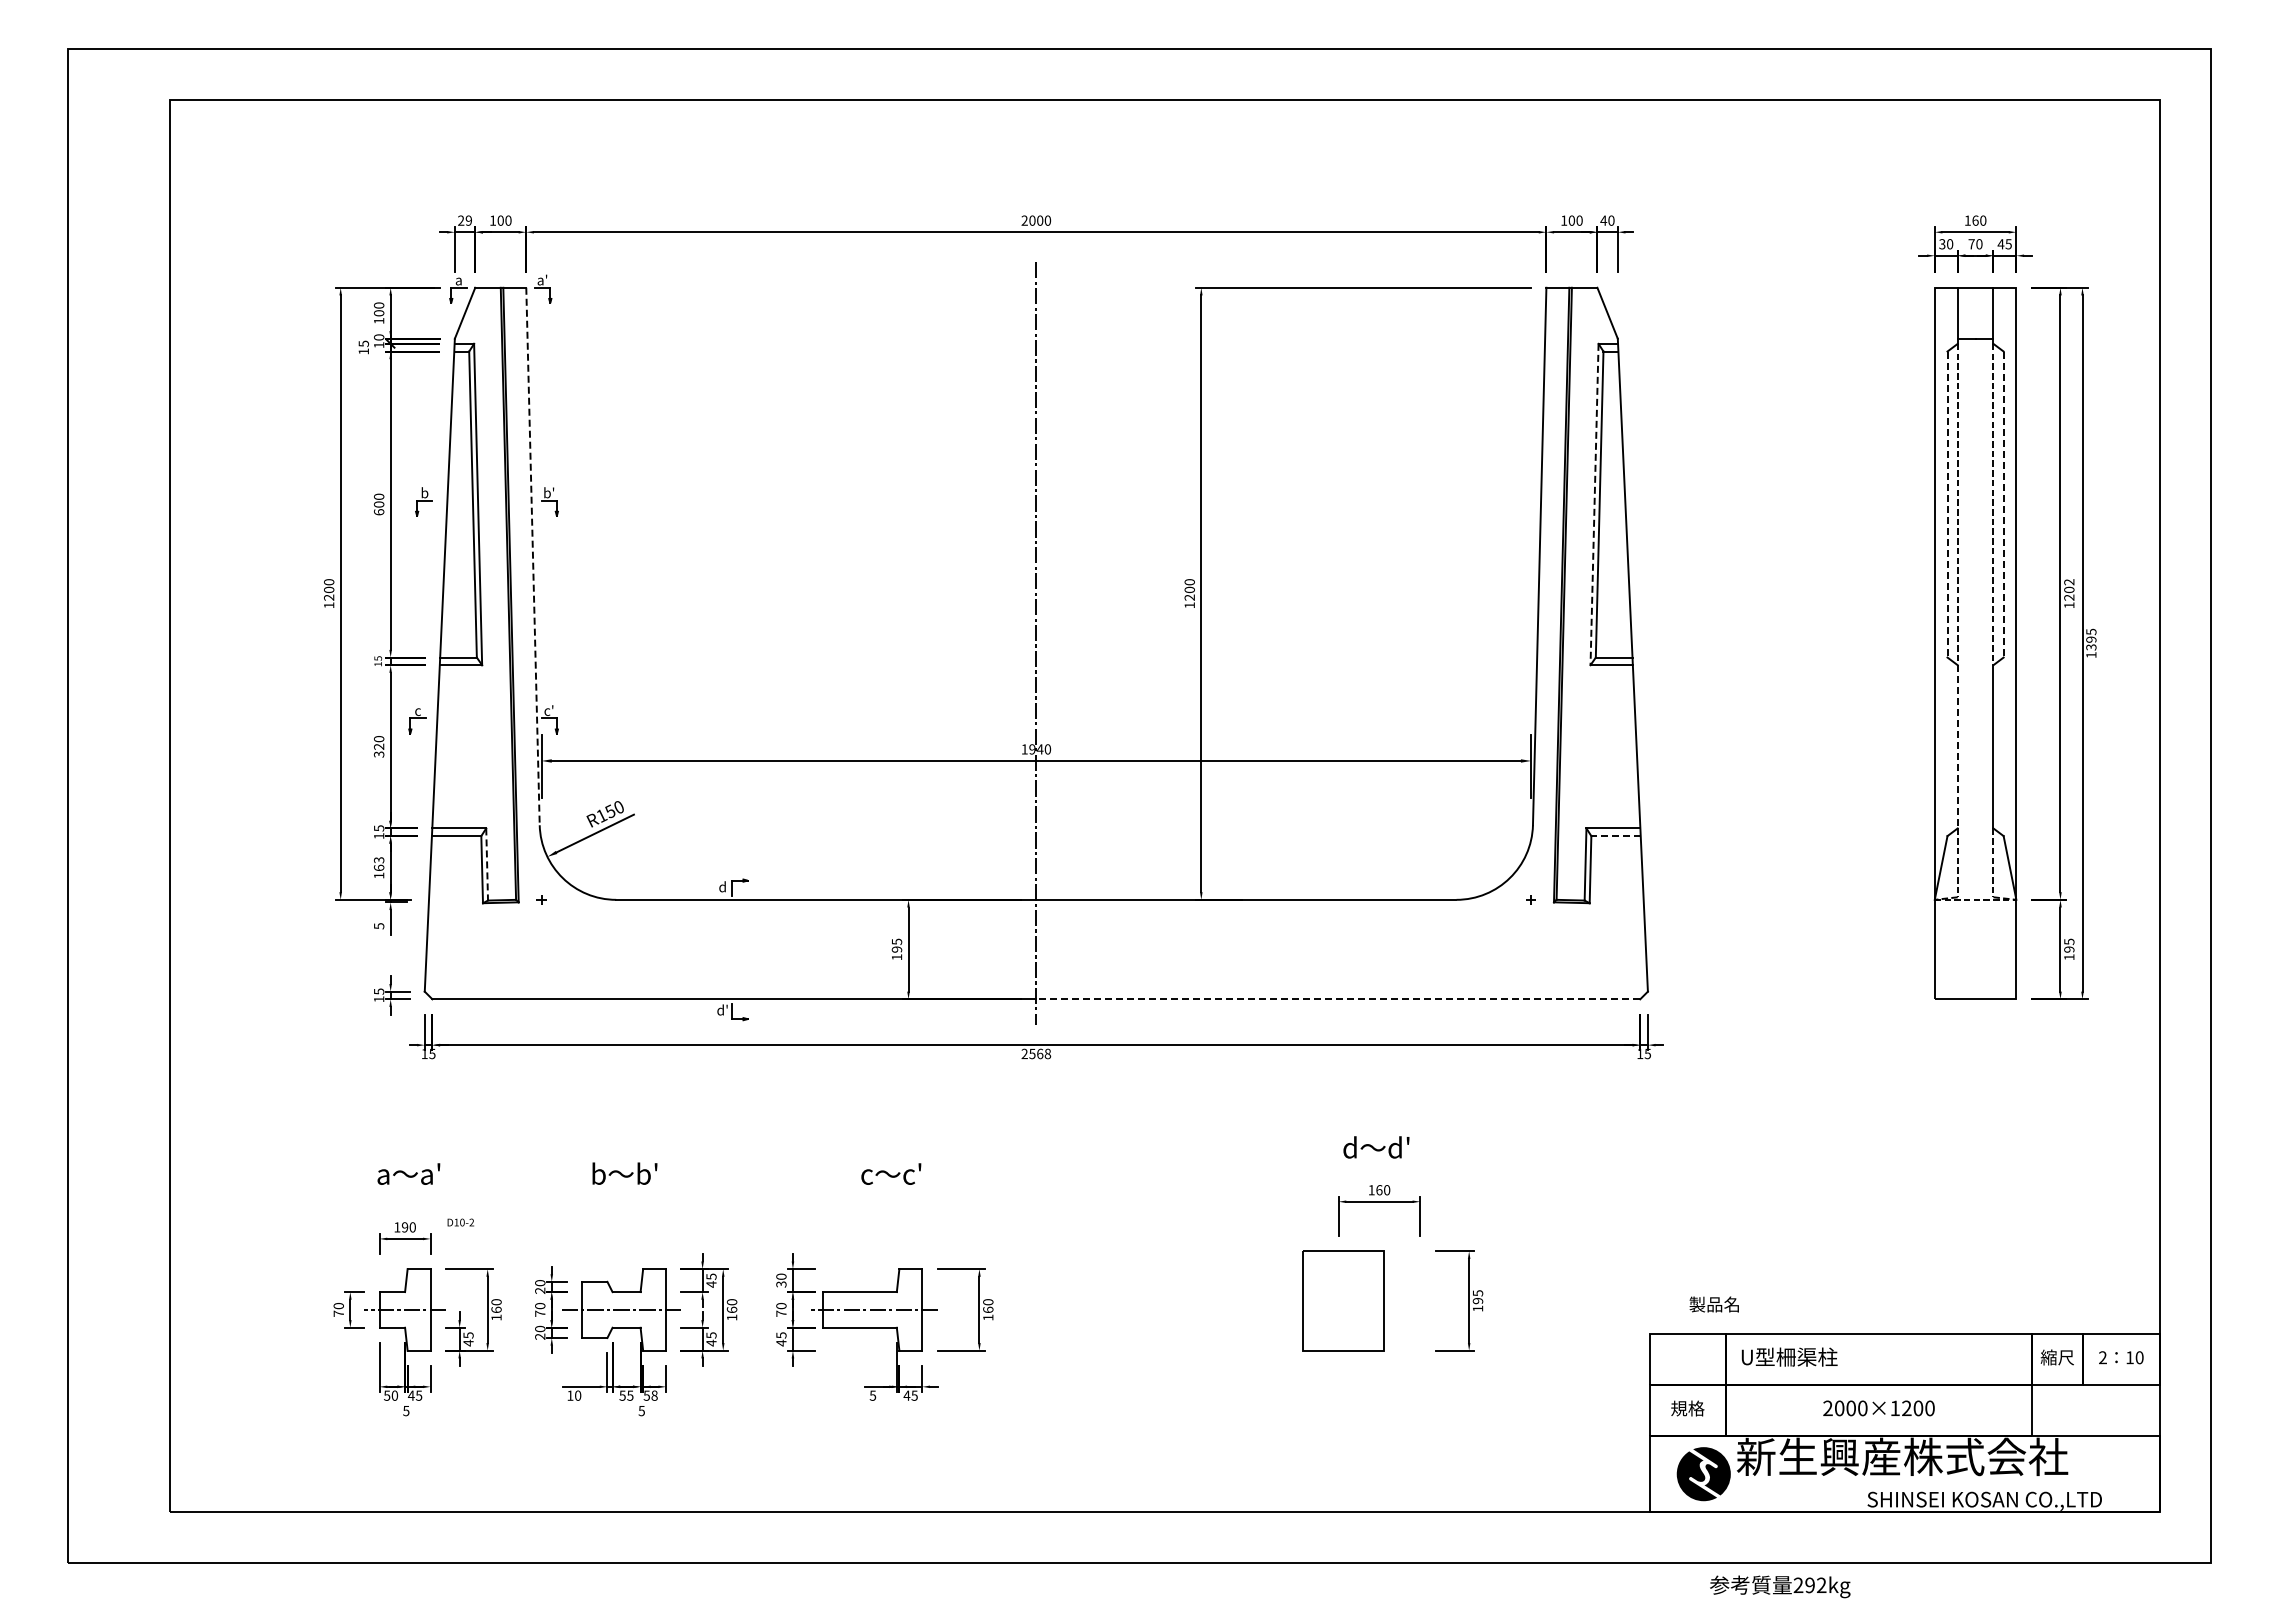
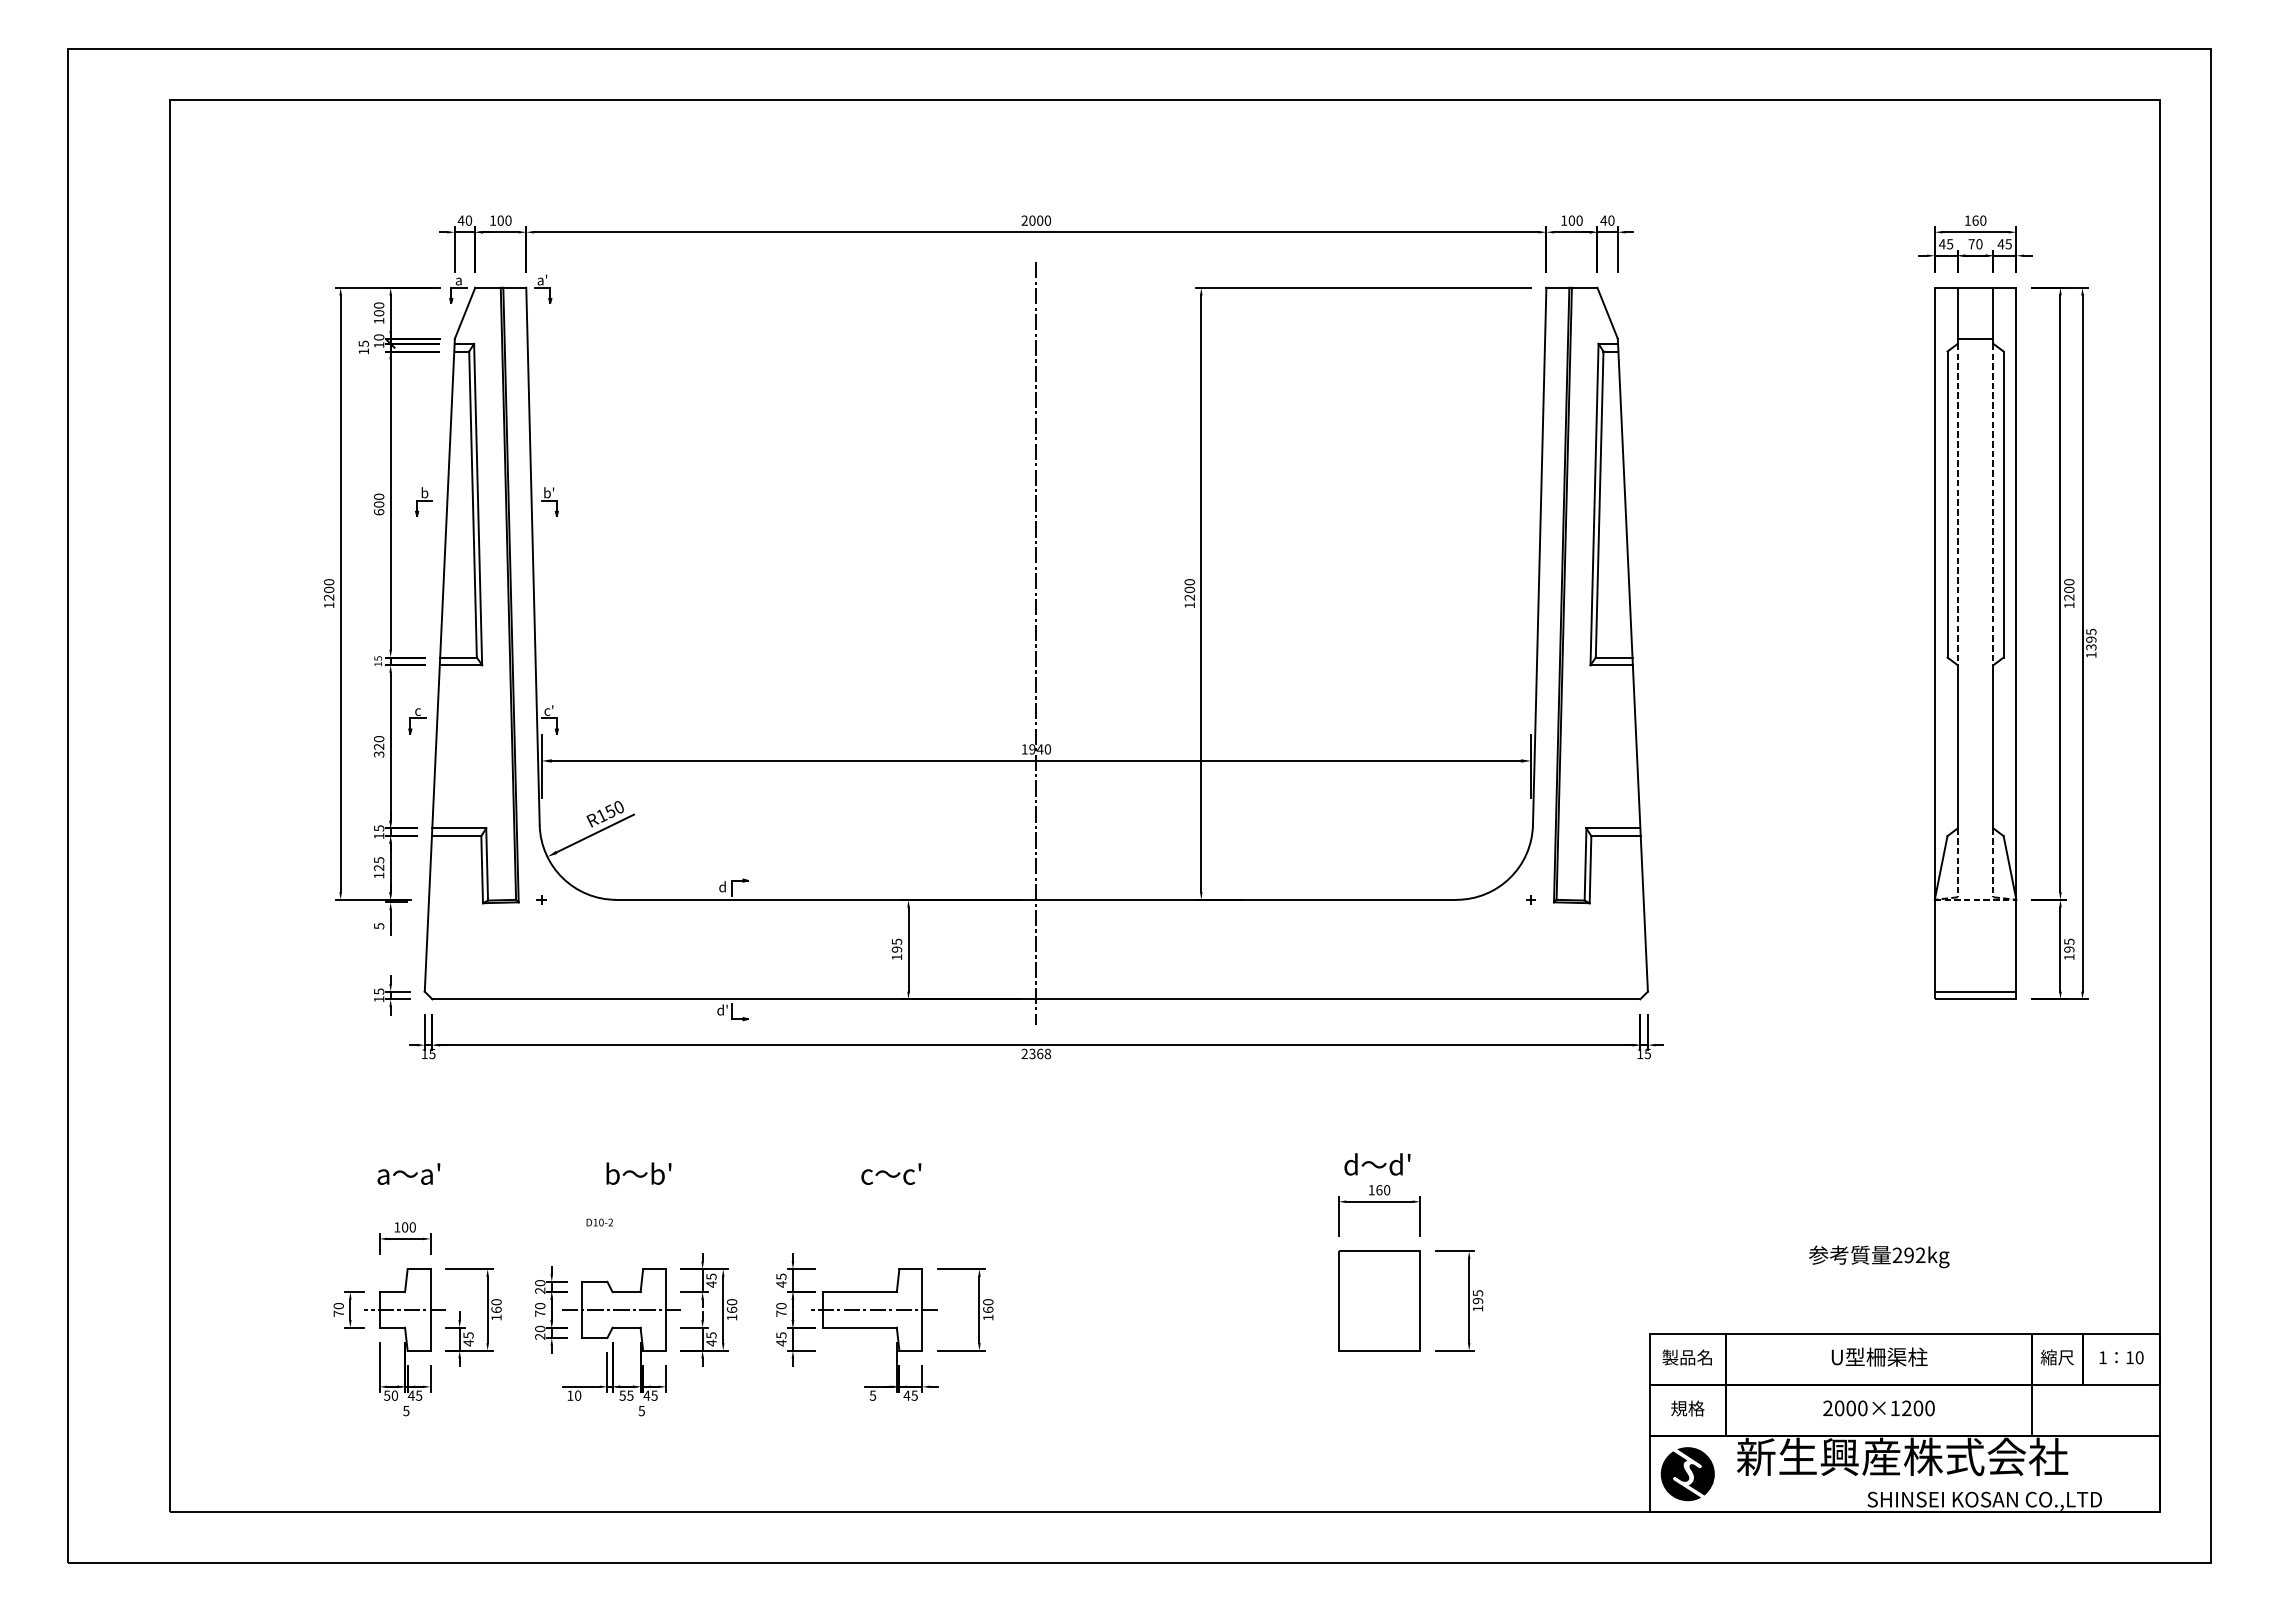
text at (464, 220): 29 -> 40
text at (1946, 244): 30 -> 45
line at (1594, 504): dashed -> solid
line at (1947, 505): dashed -> solid
line at (2003, 505): dashed -> solid
line at (533, 556): dashed -> solid
text at (2069, 582): 1202 -> 1200
line at (1957, 746): dashed -> solid
line at (1616, 836): dashed -> solid
text at (378, 864): 163 -> 125
line at (487, 864): dashed -> solid
line at (1975, 991): none -> present
line at (1338, 999): dashed -> solid
text at (1032, 1053): 2568 -> 2368
text at (1376, 1147) position: (1376, 1147) -> (1377, 1164)
text at (624, 1173) position: (624, 1173) -> (638, 1173)
text at (460, 1222) position: (460, 1222) -> (599, 1222)
text at (404, 1227): 190 -> 100
text at (781, 1280): 30 -> 45
part at (1343, 1300) position: (1343, 1300) -> (1379, 1300)
text at (1713, 1304) position: (1713, 1304) -> (1686, 1357)
text at (1789, 1356) position: (1789, 1356) -> (1879, 1356)
text at (2102, 1357): 2 -> 1
text at (650, 1395): 58 -> 45
part at (1703, 1474) position: (1703, 1474) -> (1687, 1474)
text at (1780, 1586) position: (1780, 1586) -> (1879, 1256)
